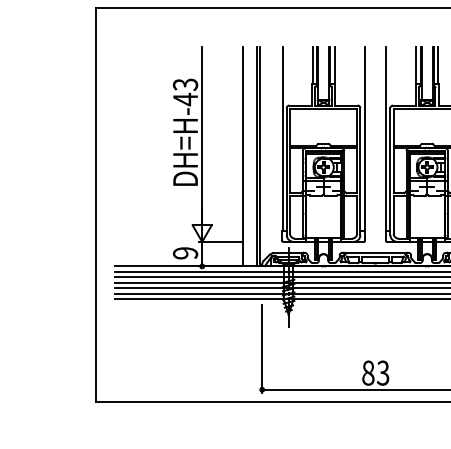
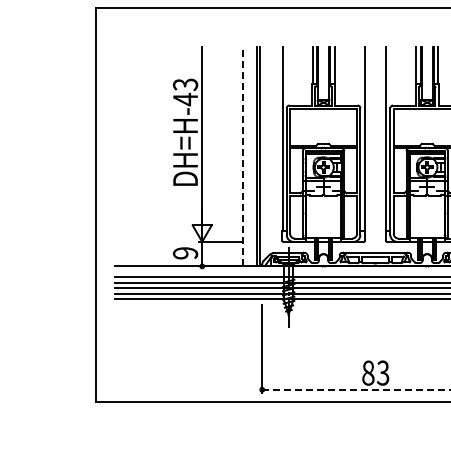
line at (243, 156): solid -> dashed
line at (280, 271): present -> none
line at (356, 389): solid -> dashed
